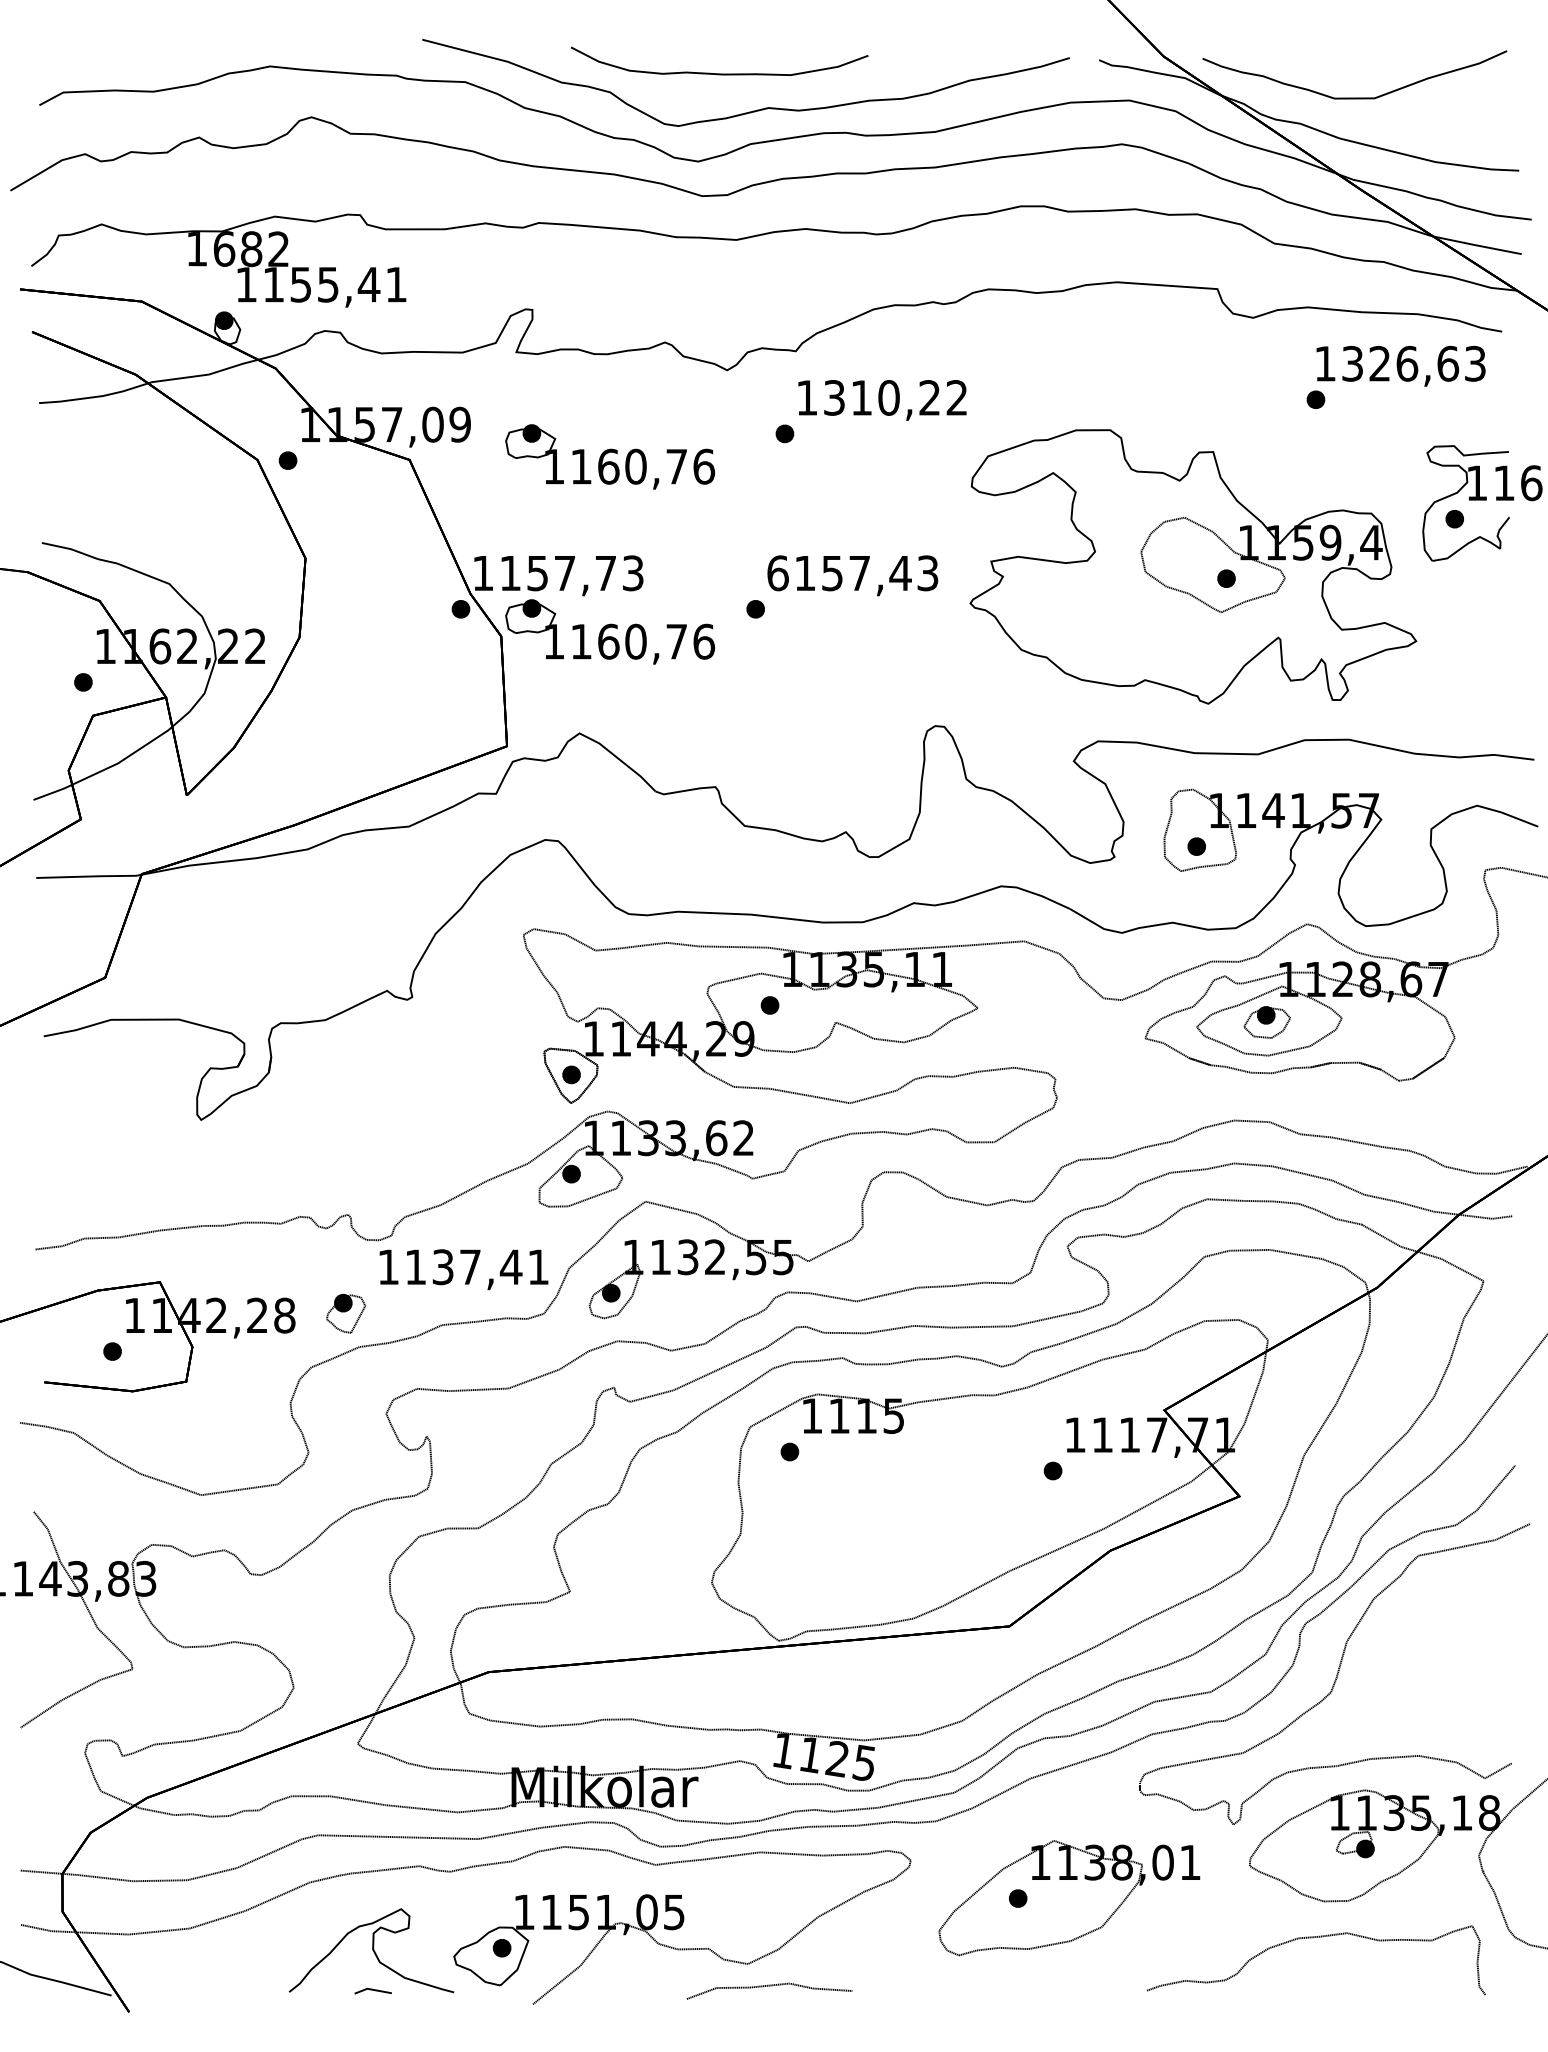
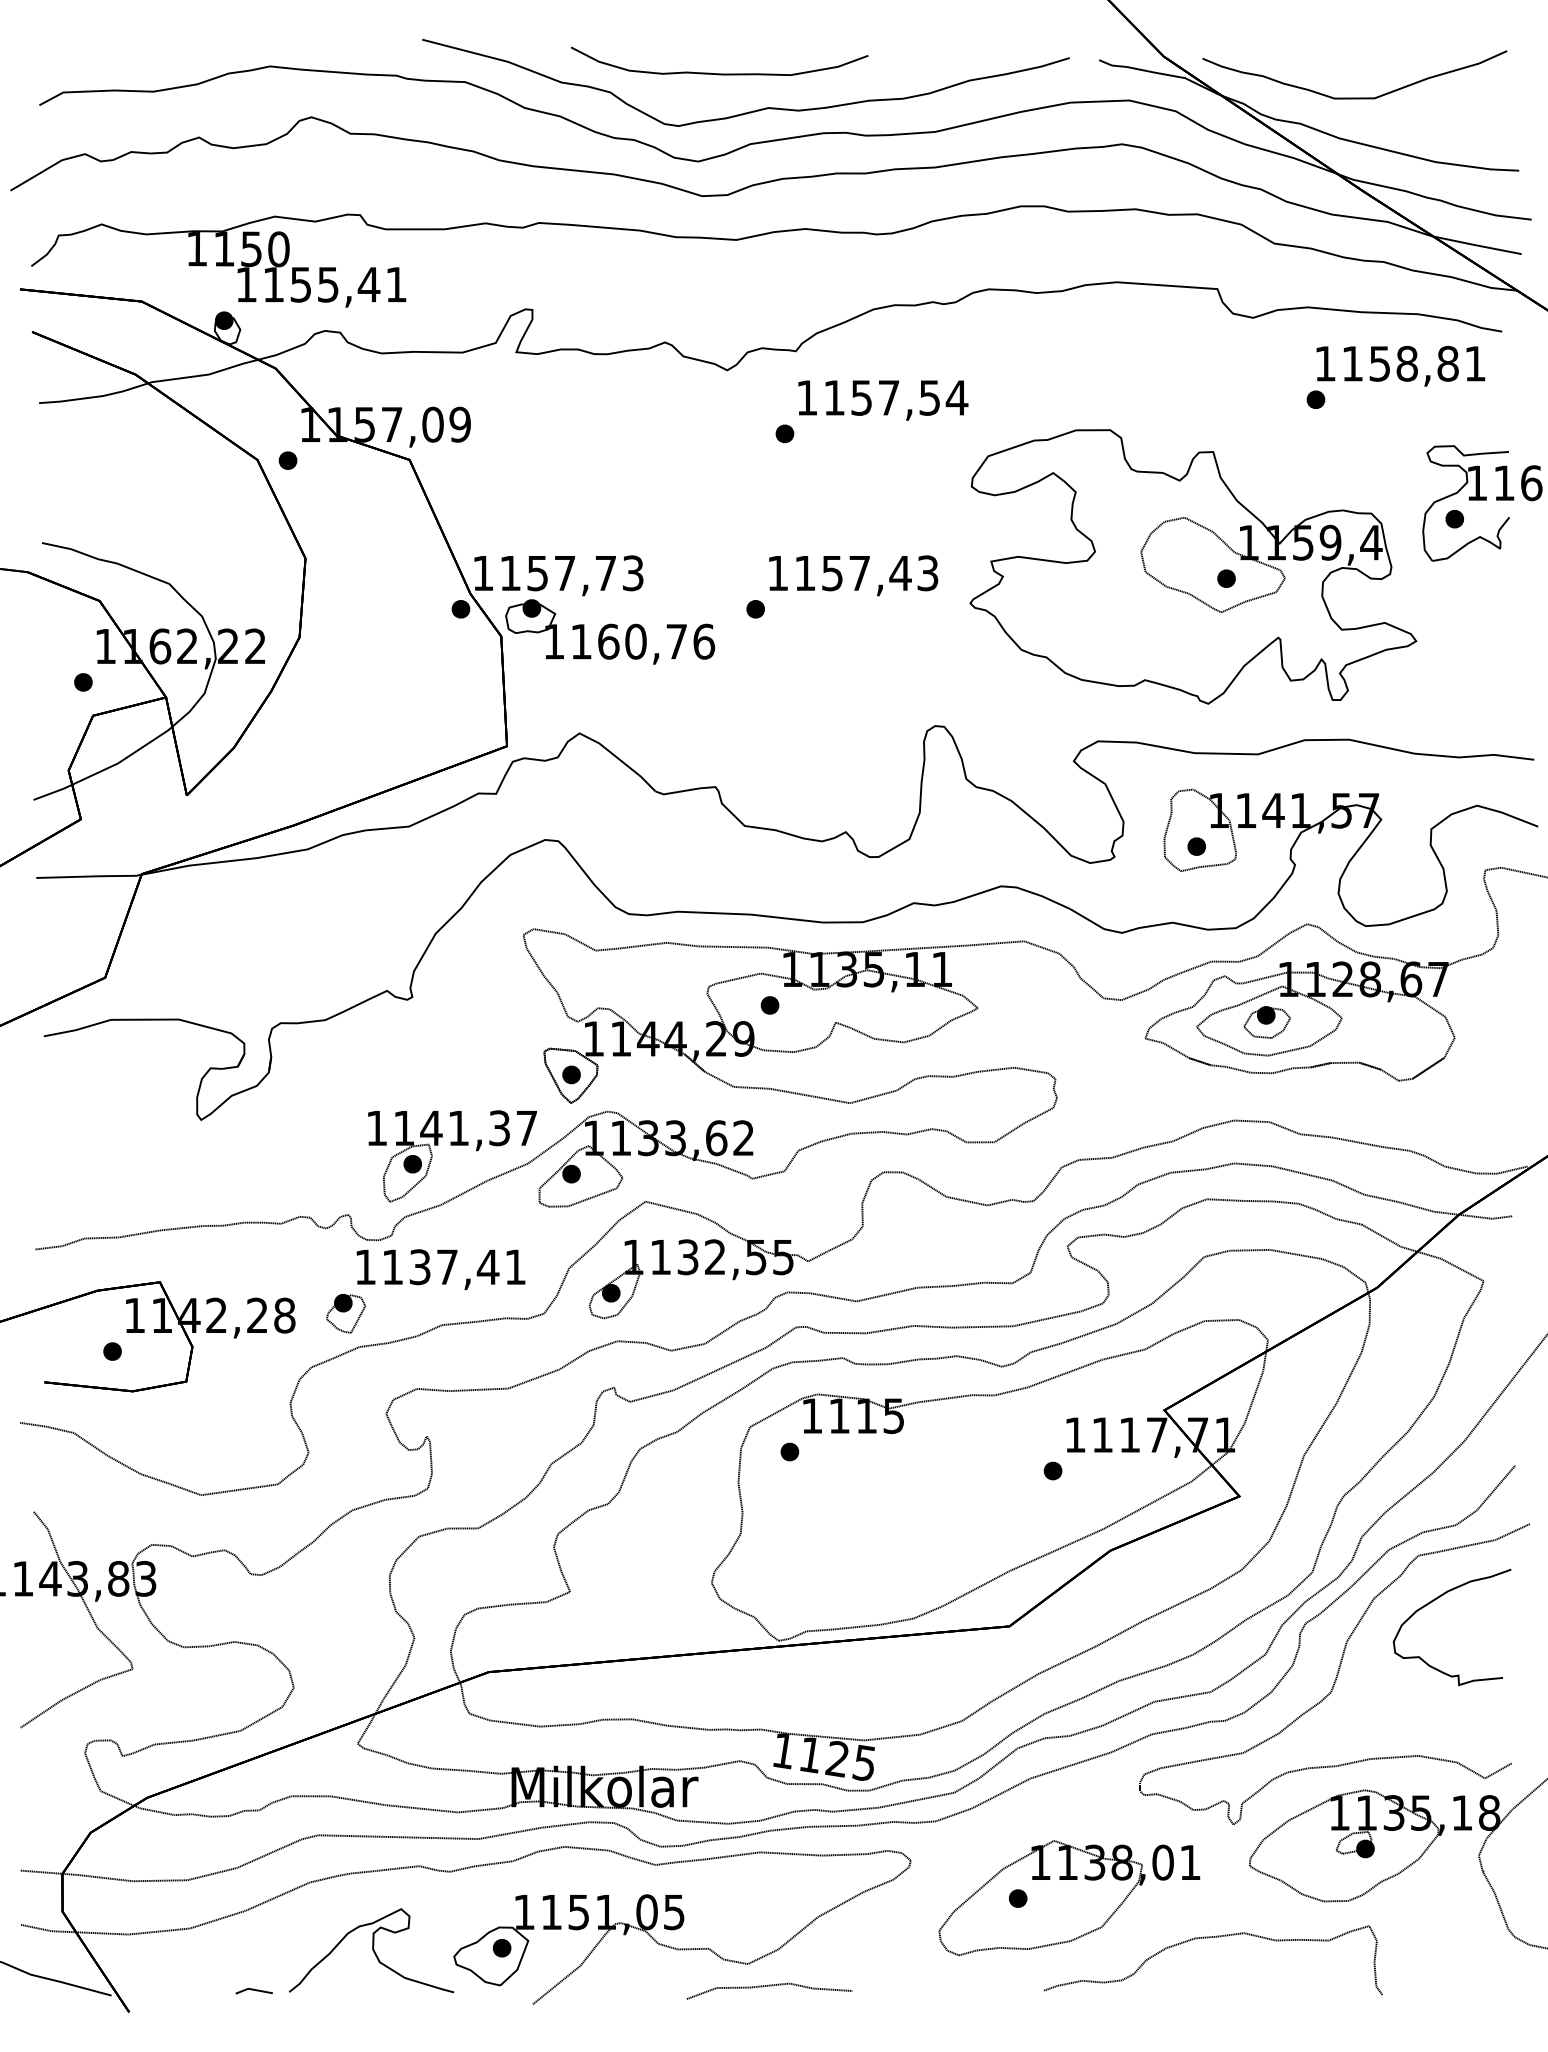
text at (251, 249): 1682 -> 1150
text at (1413, 363): 1326,63 -> 1158,81
text at (896, 397): 1310,22 -> 1157,54
part at (610, 456): present -> none
text at (777, 573): 6157,43 -> 1157,43
part at (452, 1145): none -> present
text at (463, 1269) position: (463, 1269) -> (440, 1269)
part at (1435, 1600): none -> present
curve at (1312, 1938) position: (1312, 1938) -> (1209, 1938)
line at (372, 1990) position: (372, 1990) -> (253, 1990)
